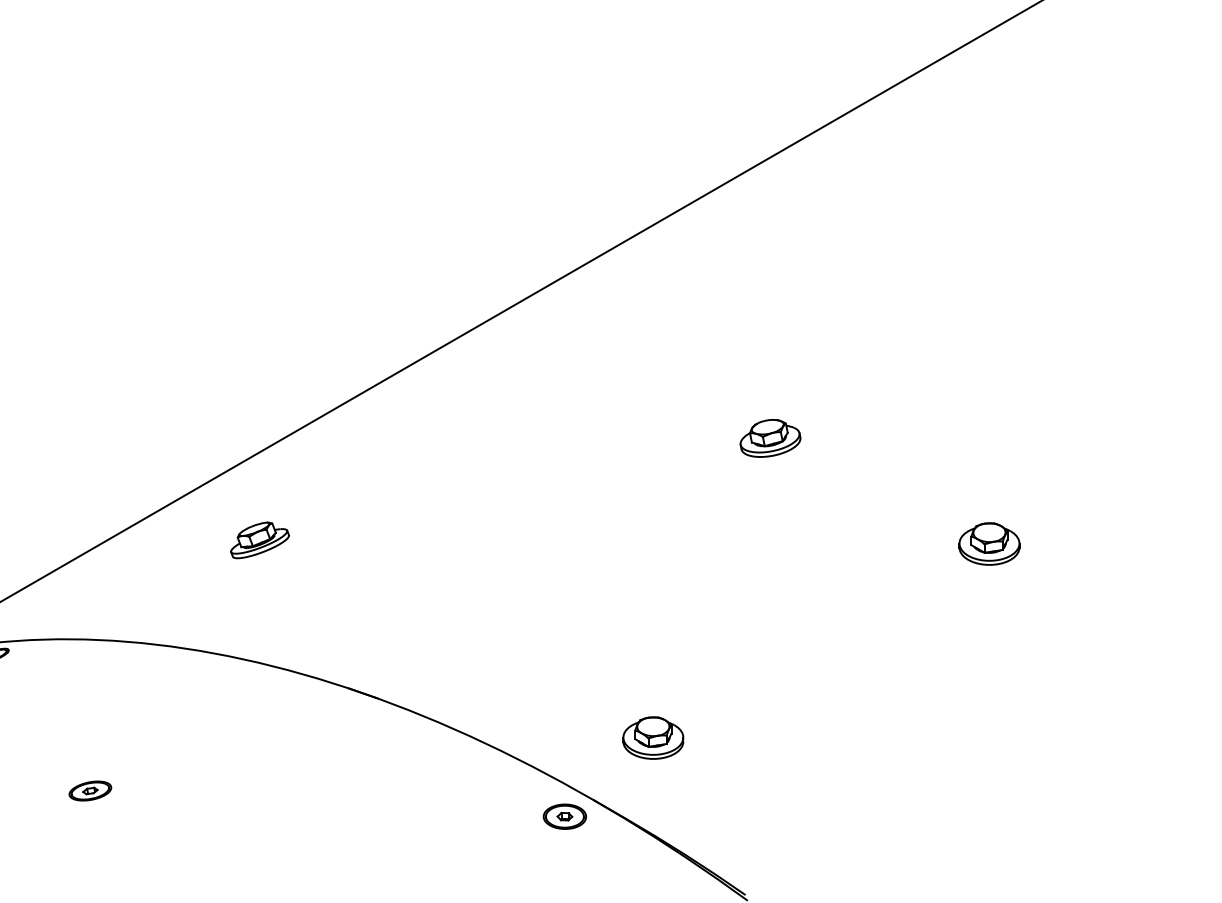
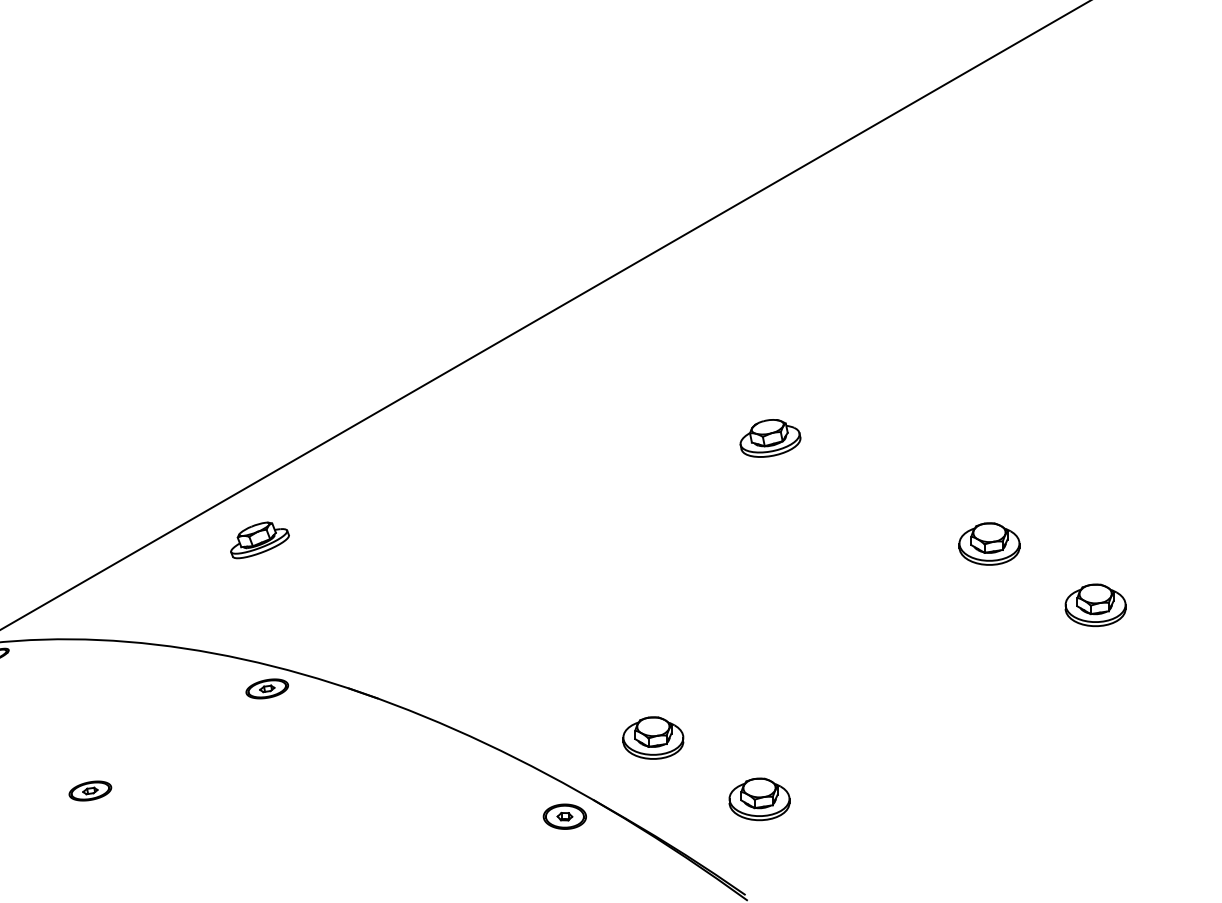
line at (520, 301) position: (520, 301) -> (545, 315)
part at (1095, 604): none -> present
part at (267, 688): none -> present
part at (759, 799): none -> present
